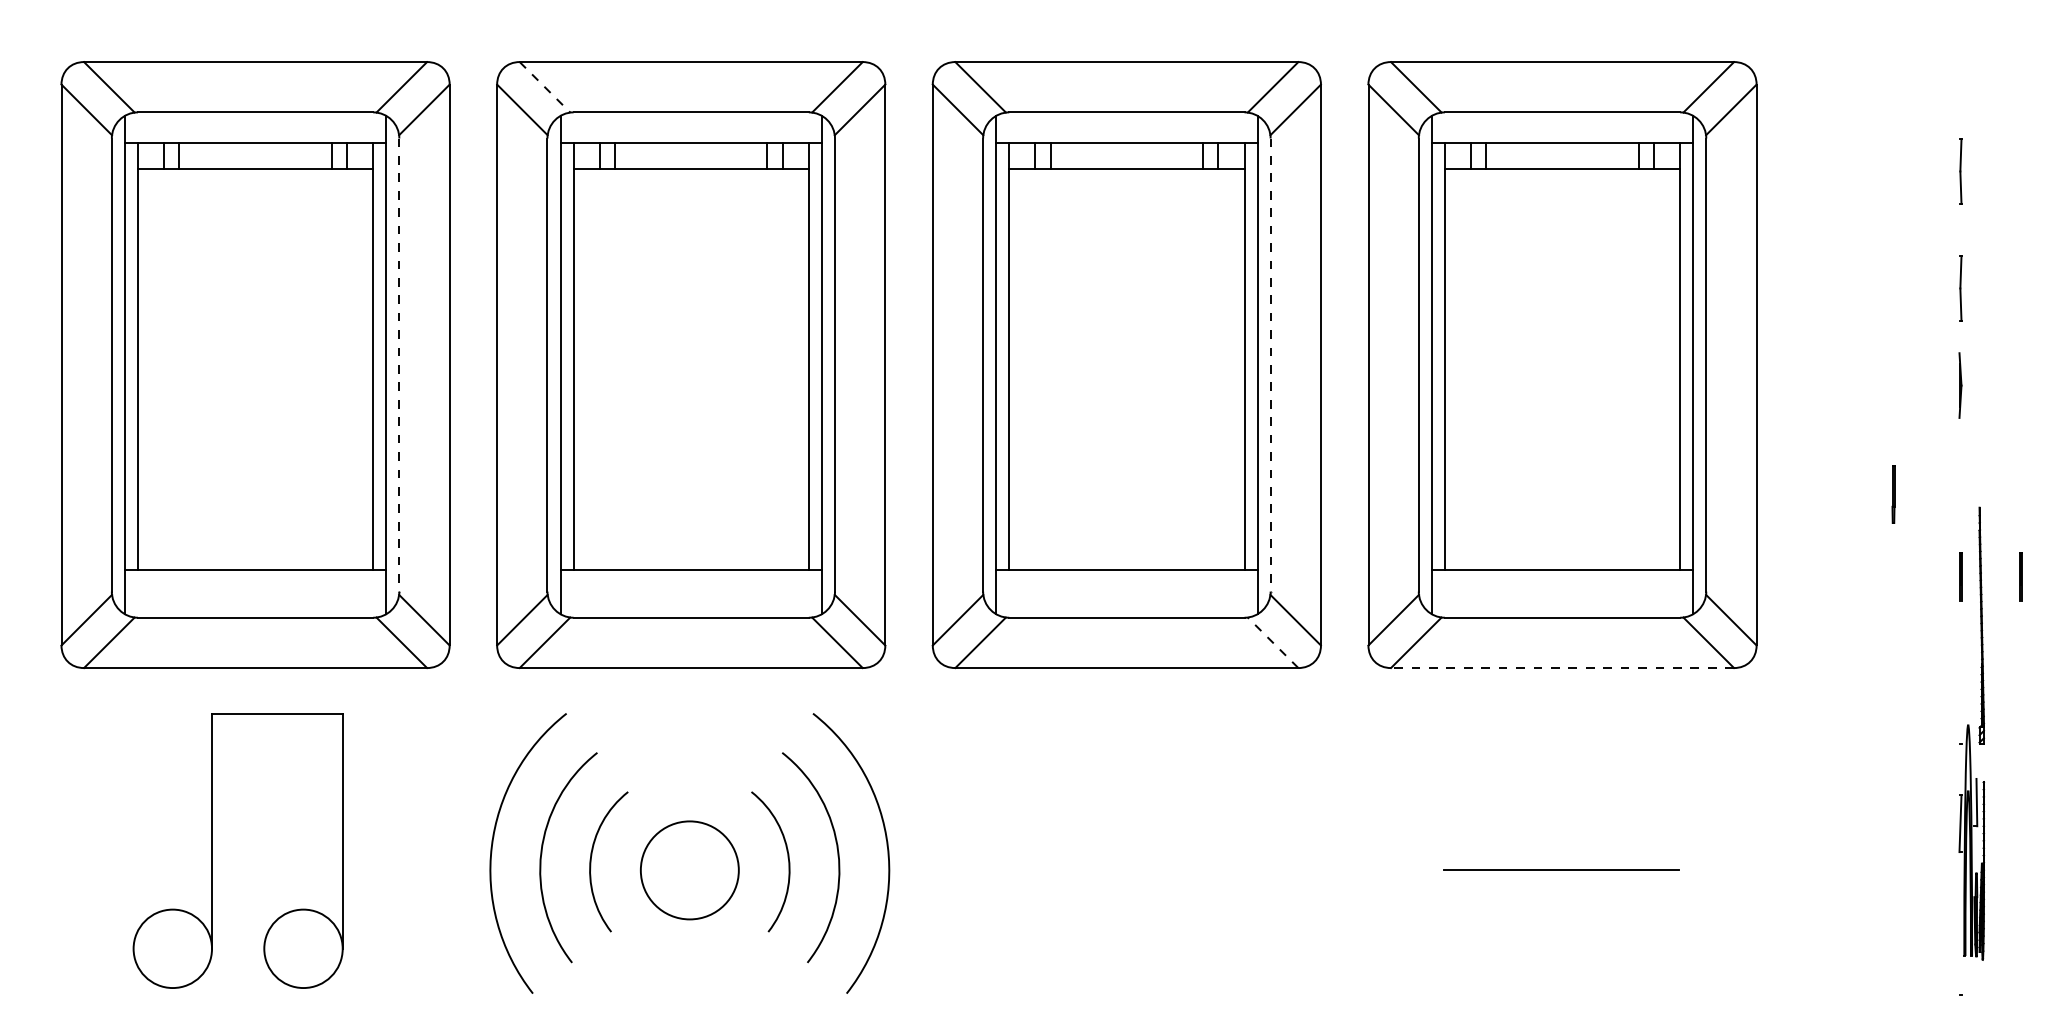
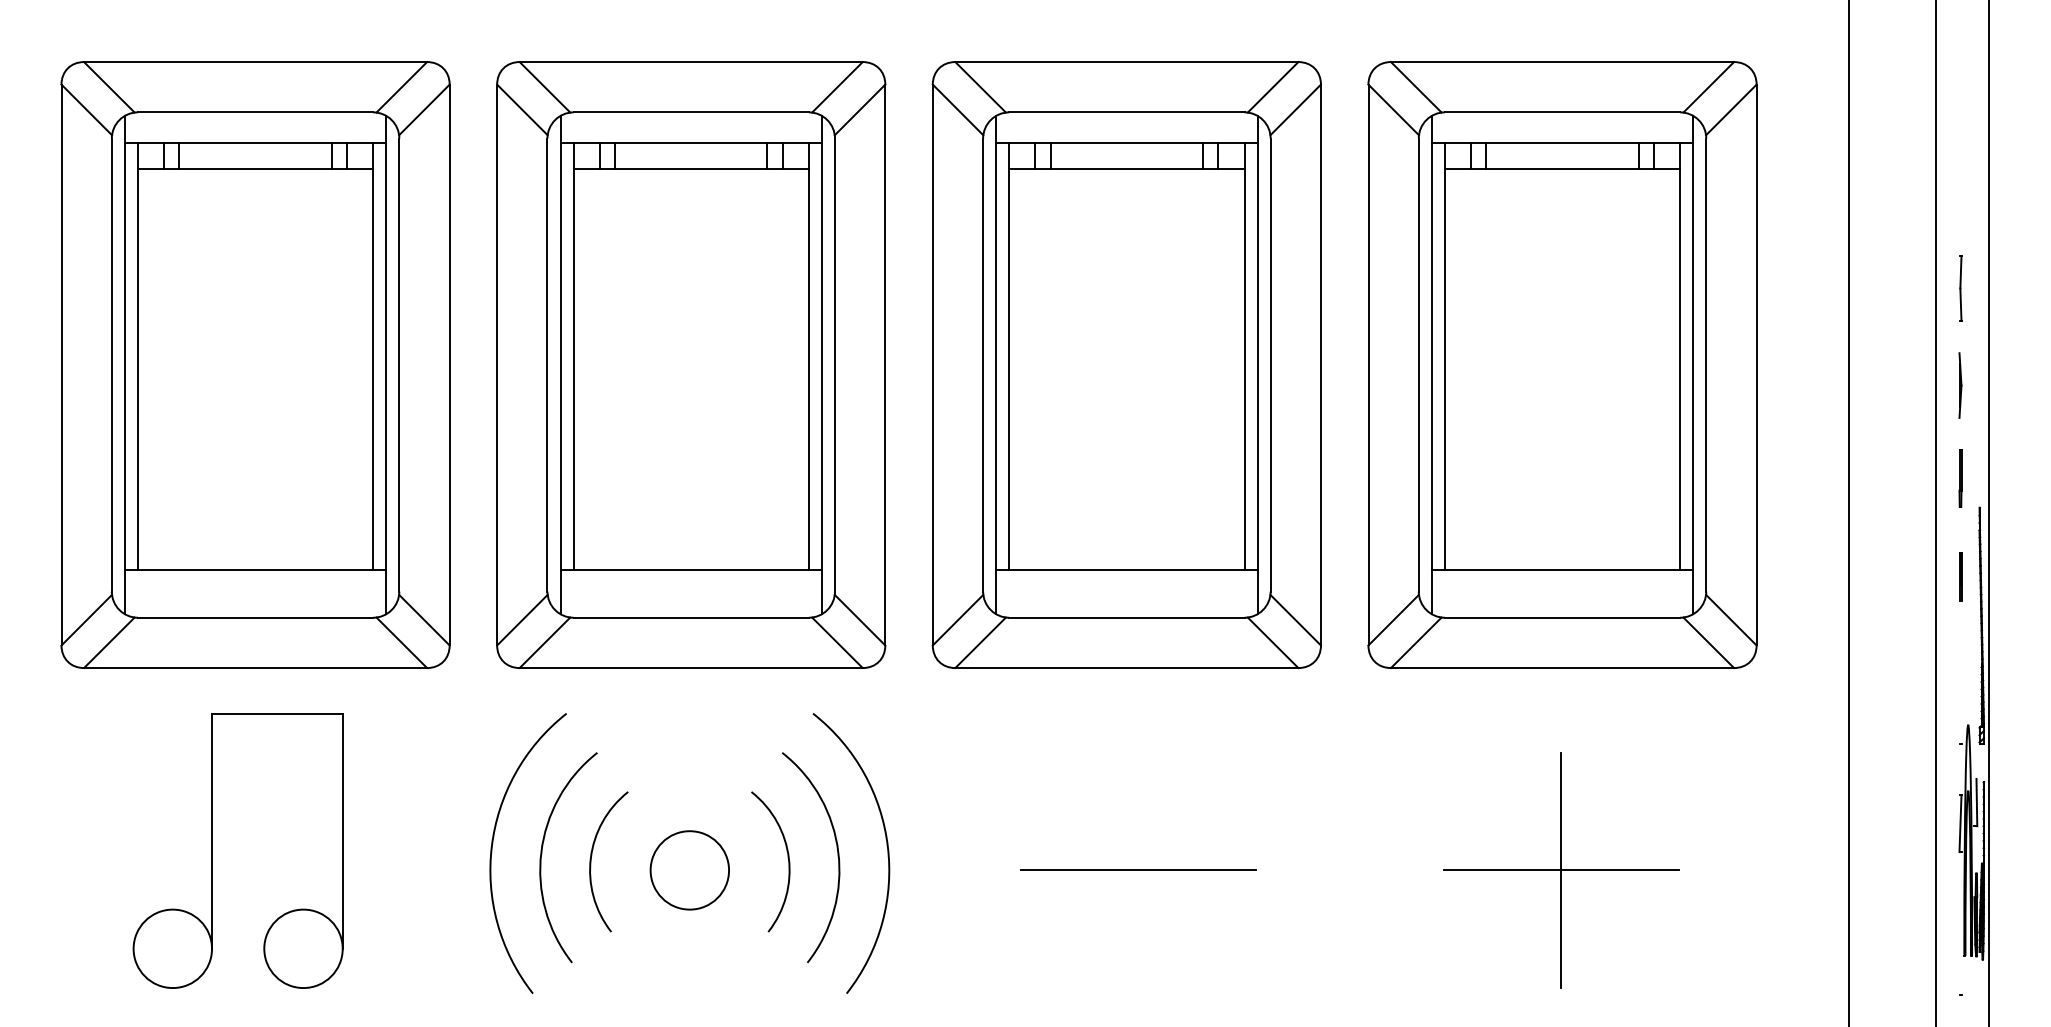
line at (545, 87): dashed -> solid
line at (1960, 171): present -> none
line at (399, 365): dashed -> solid
line at (1270, 365): dashed -> solid
line at (1893, 494) position: (1893, 494) -> (1960, 478)
line at (1849, 512): none -> present
line at (1936, 512): none -> present
line at (1989, 512): none -> present
line at (2020, 576): present -> none
line at (1273, 642): dashed -> solid
line at (1562, 668): dashed -> solid
circle at (689, 870) diameter: 98 px -> 78 px
line at (1138, 870): none -> present
line at (1561, 870): none -> present
